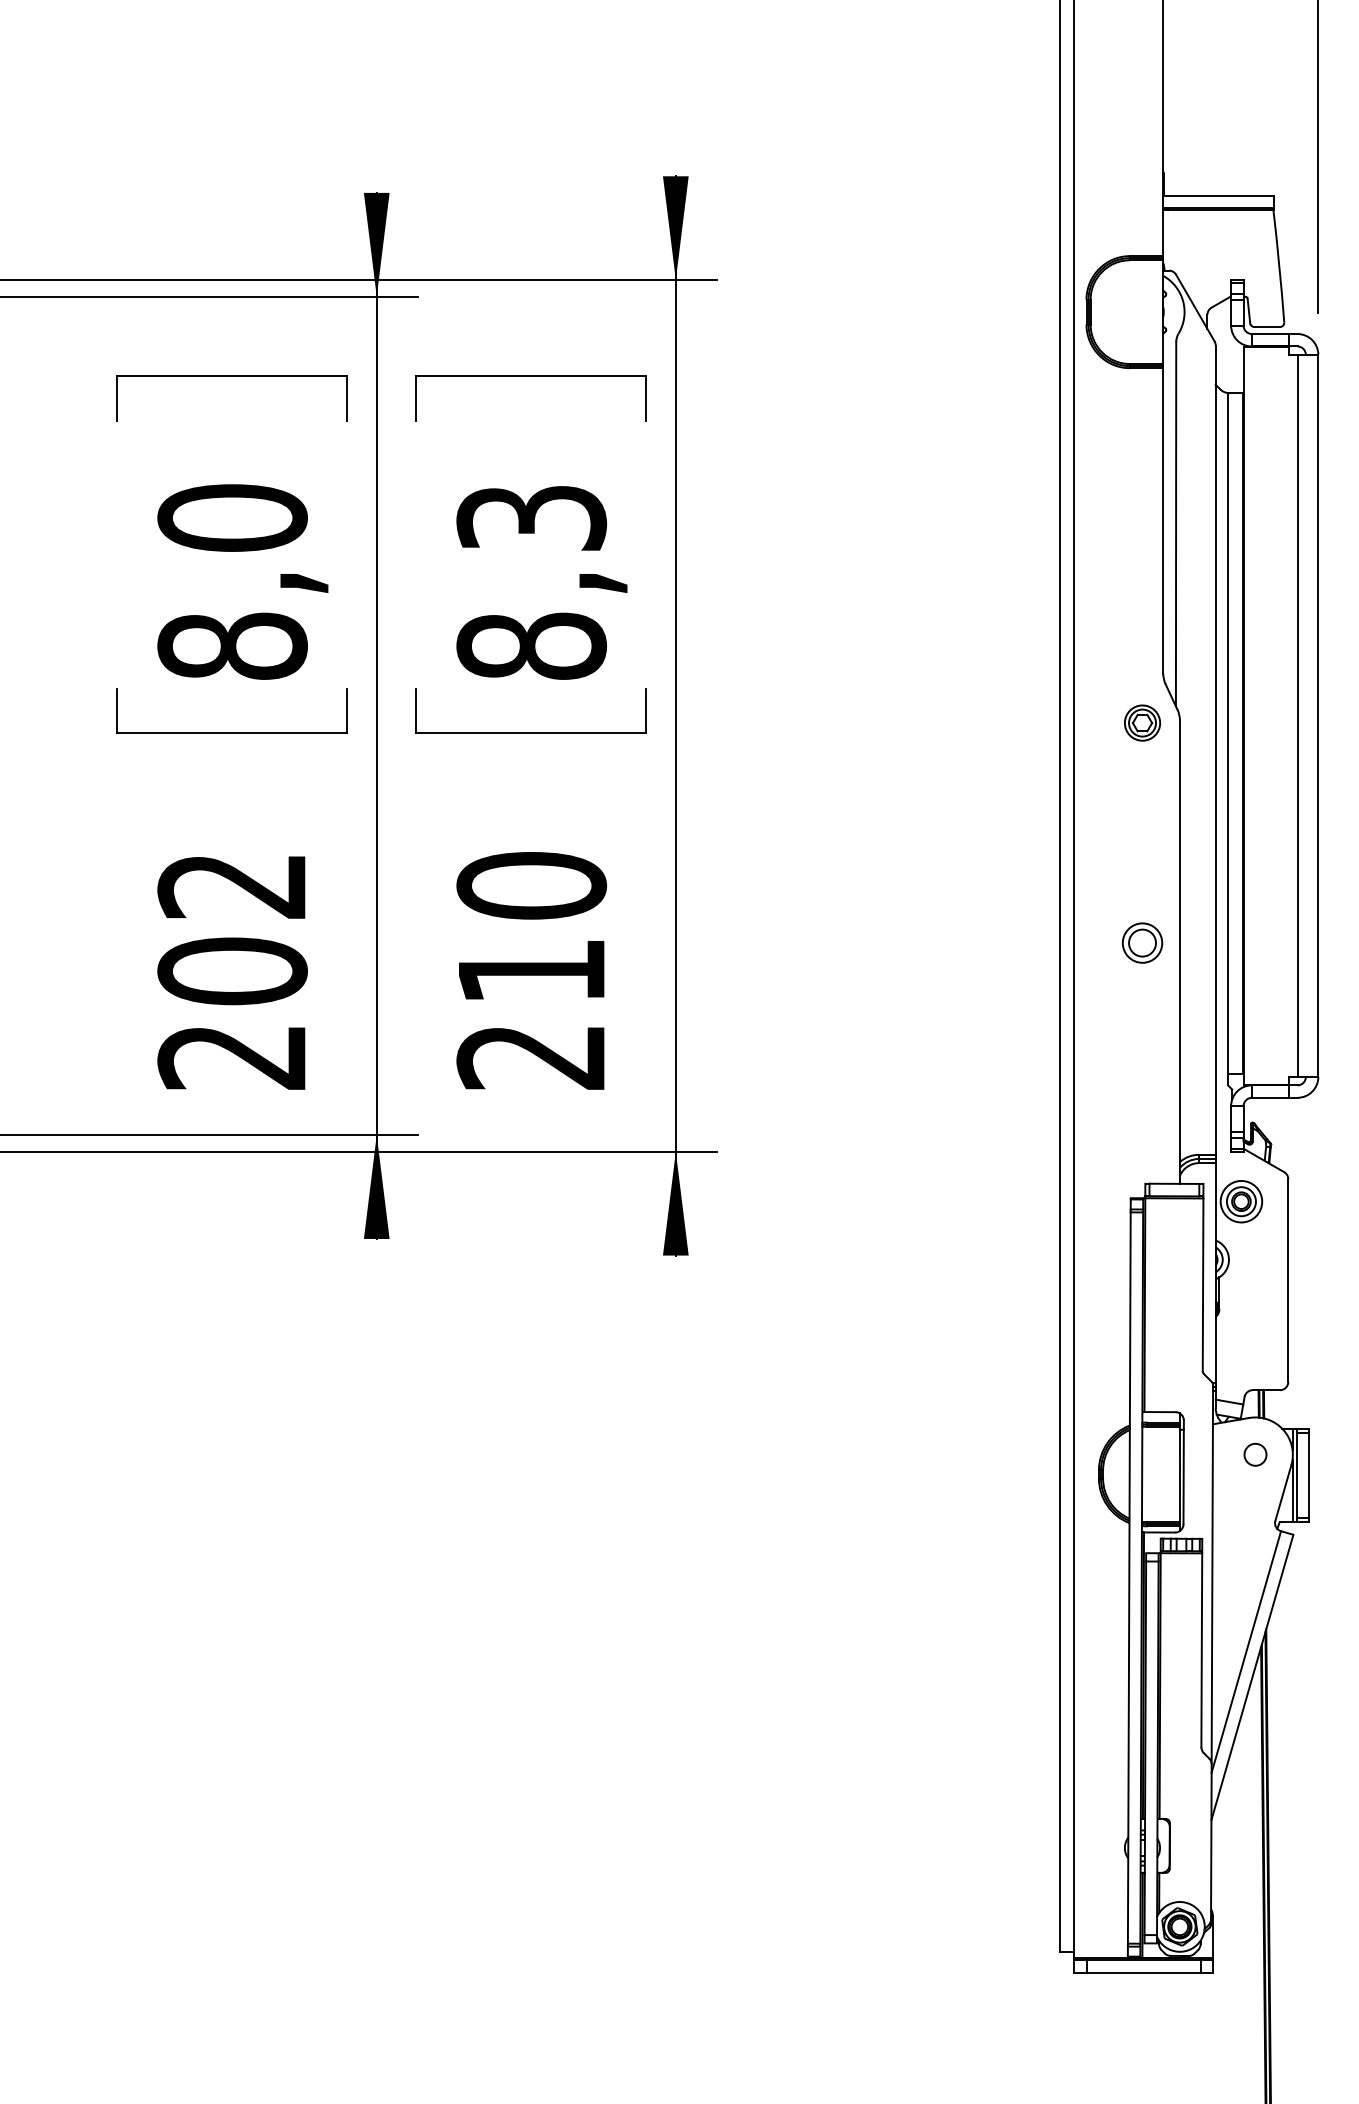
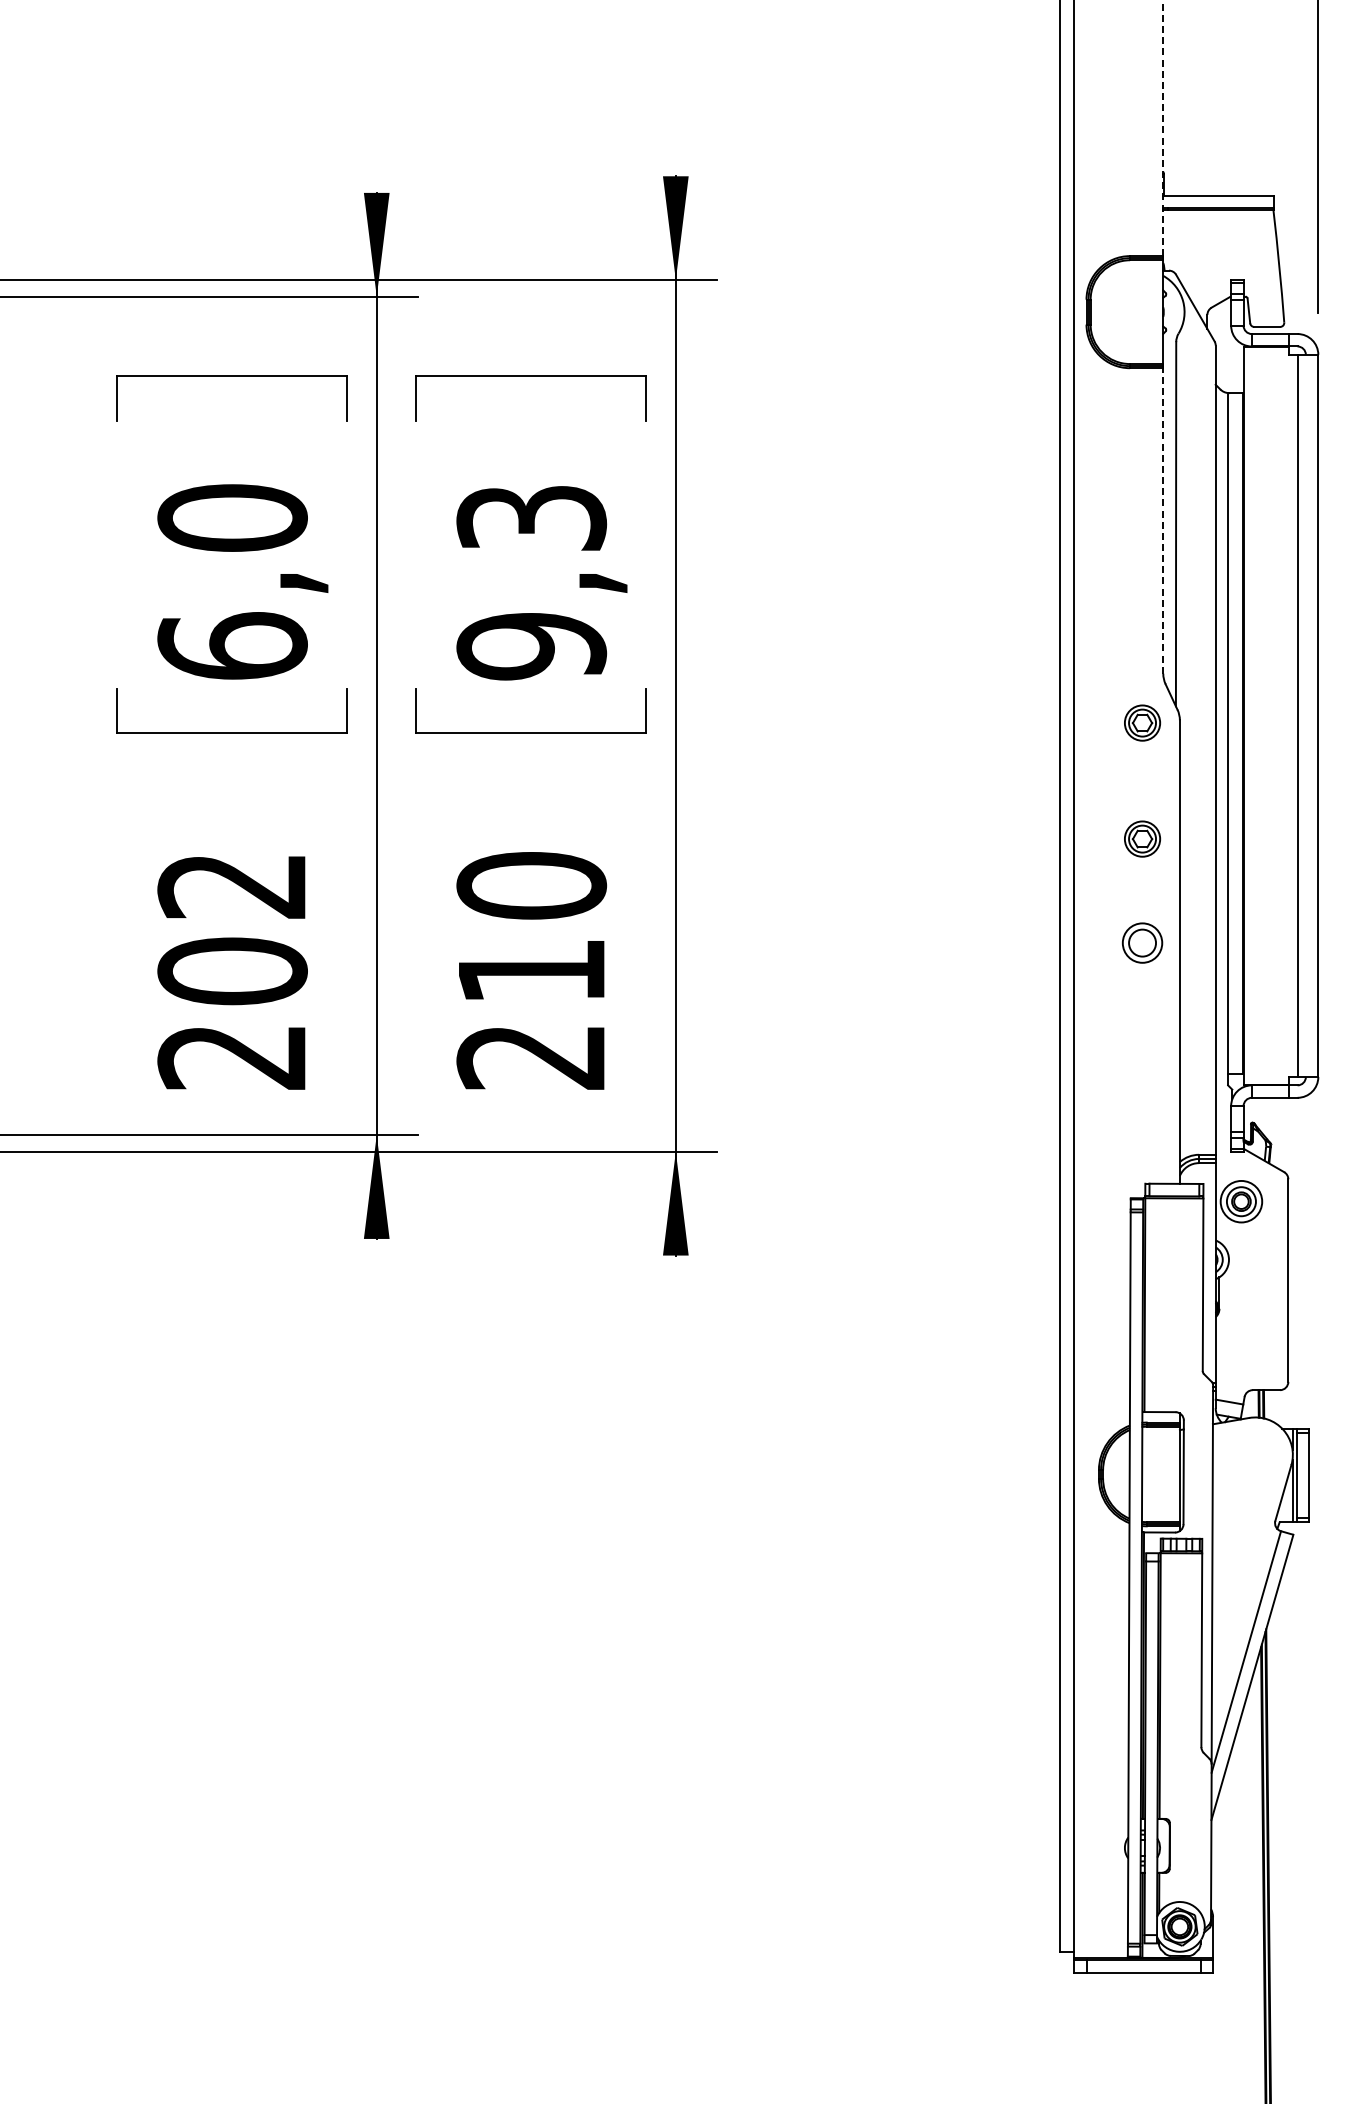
line at (1163, 128): solid -> dashed
line at (1163, 520): solid -> dashed
text at (232, 645): 8,0 -> 6,0
text at (531, 646): 8,3 -> 9,3
part at (1142, 838): none -> present
circle at (1255, 1454): present -> none
